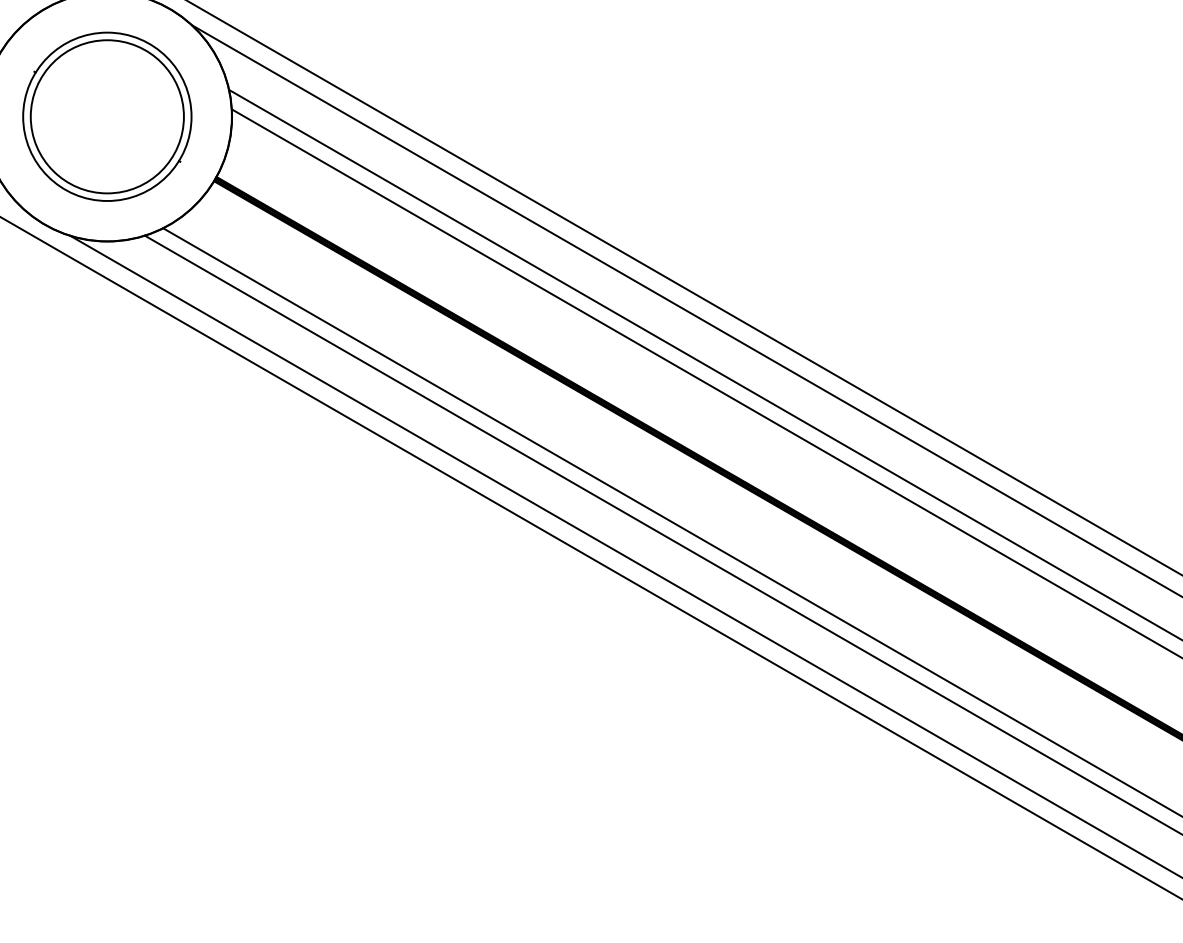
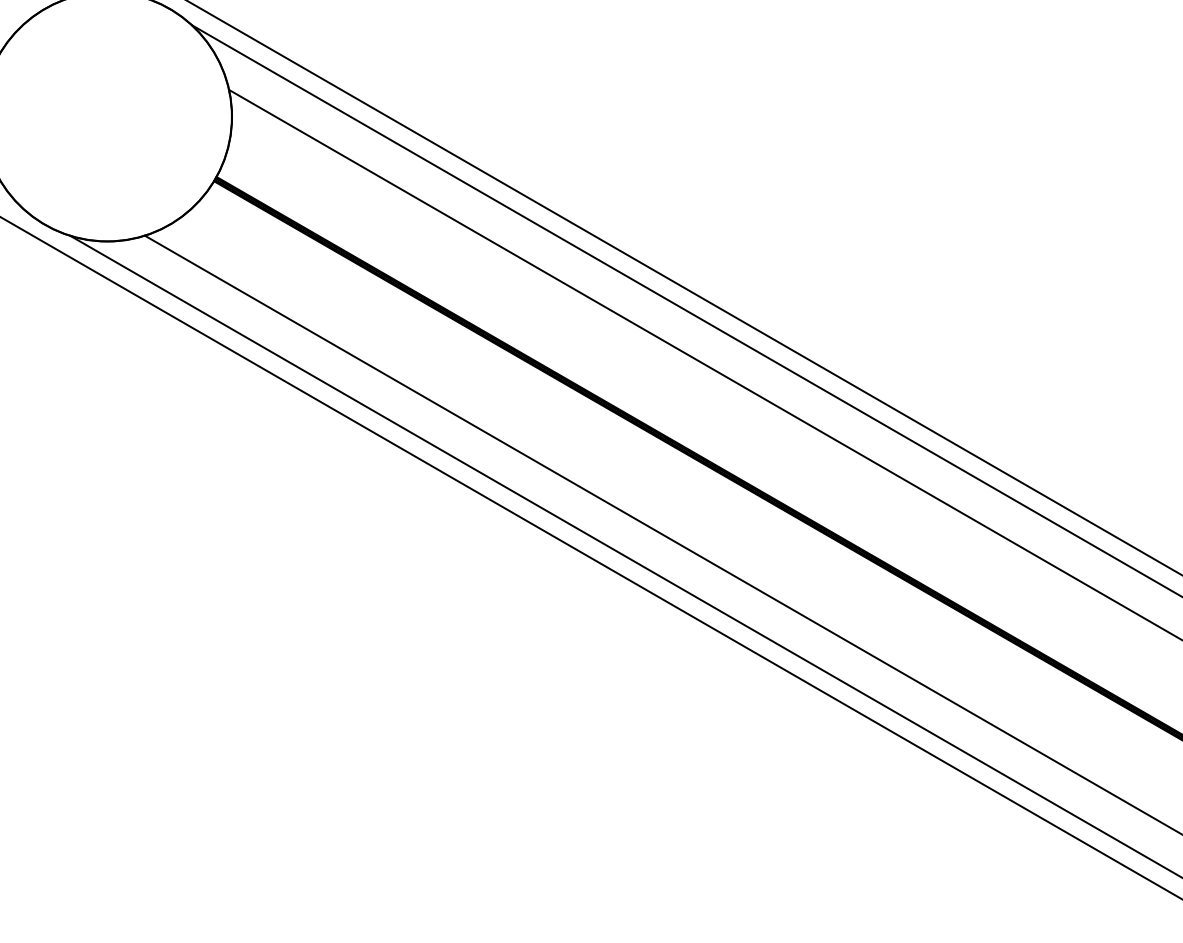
part at (107, 116): present -> none
line at (705, 382): present -> none
line at (671, 521): present -> none
